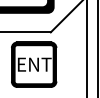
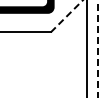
line at (66, 16): solid -> dashed
line at (98, 49): solid -> dashed
part at (34, 64): present -> none
